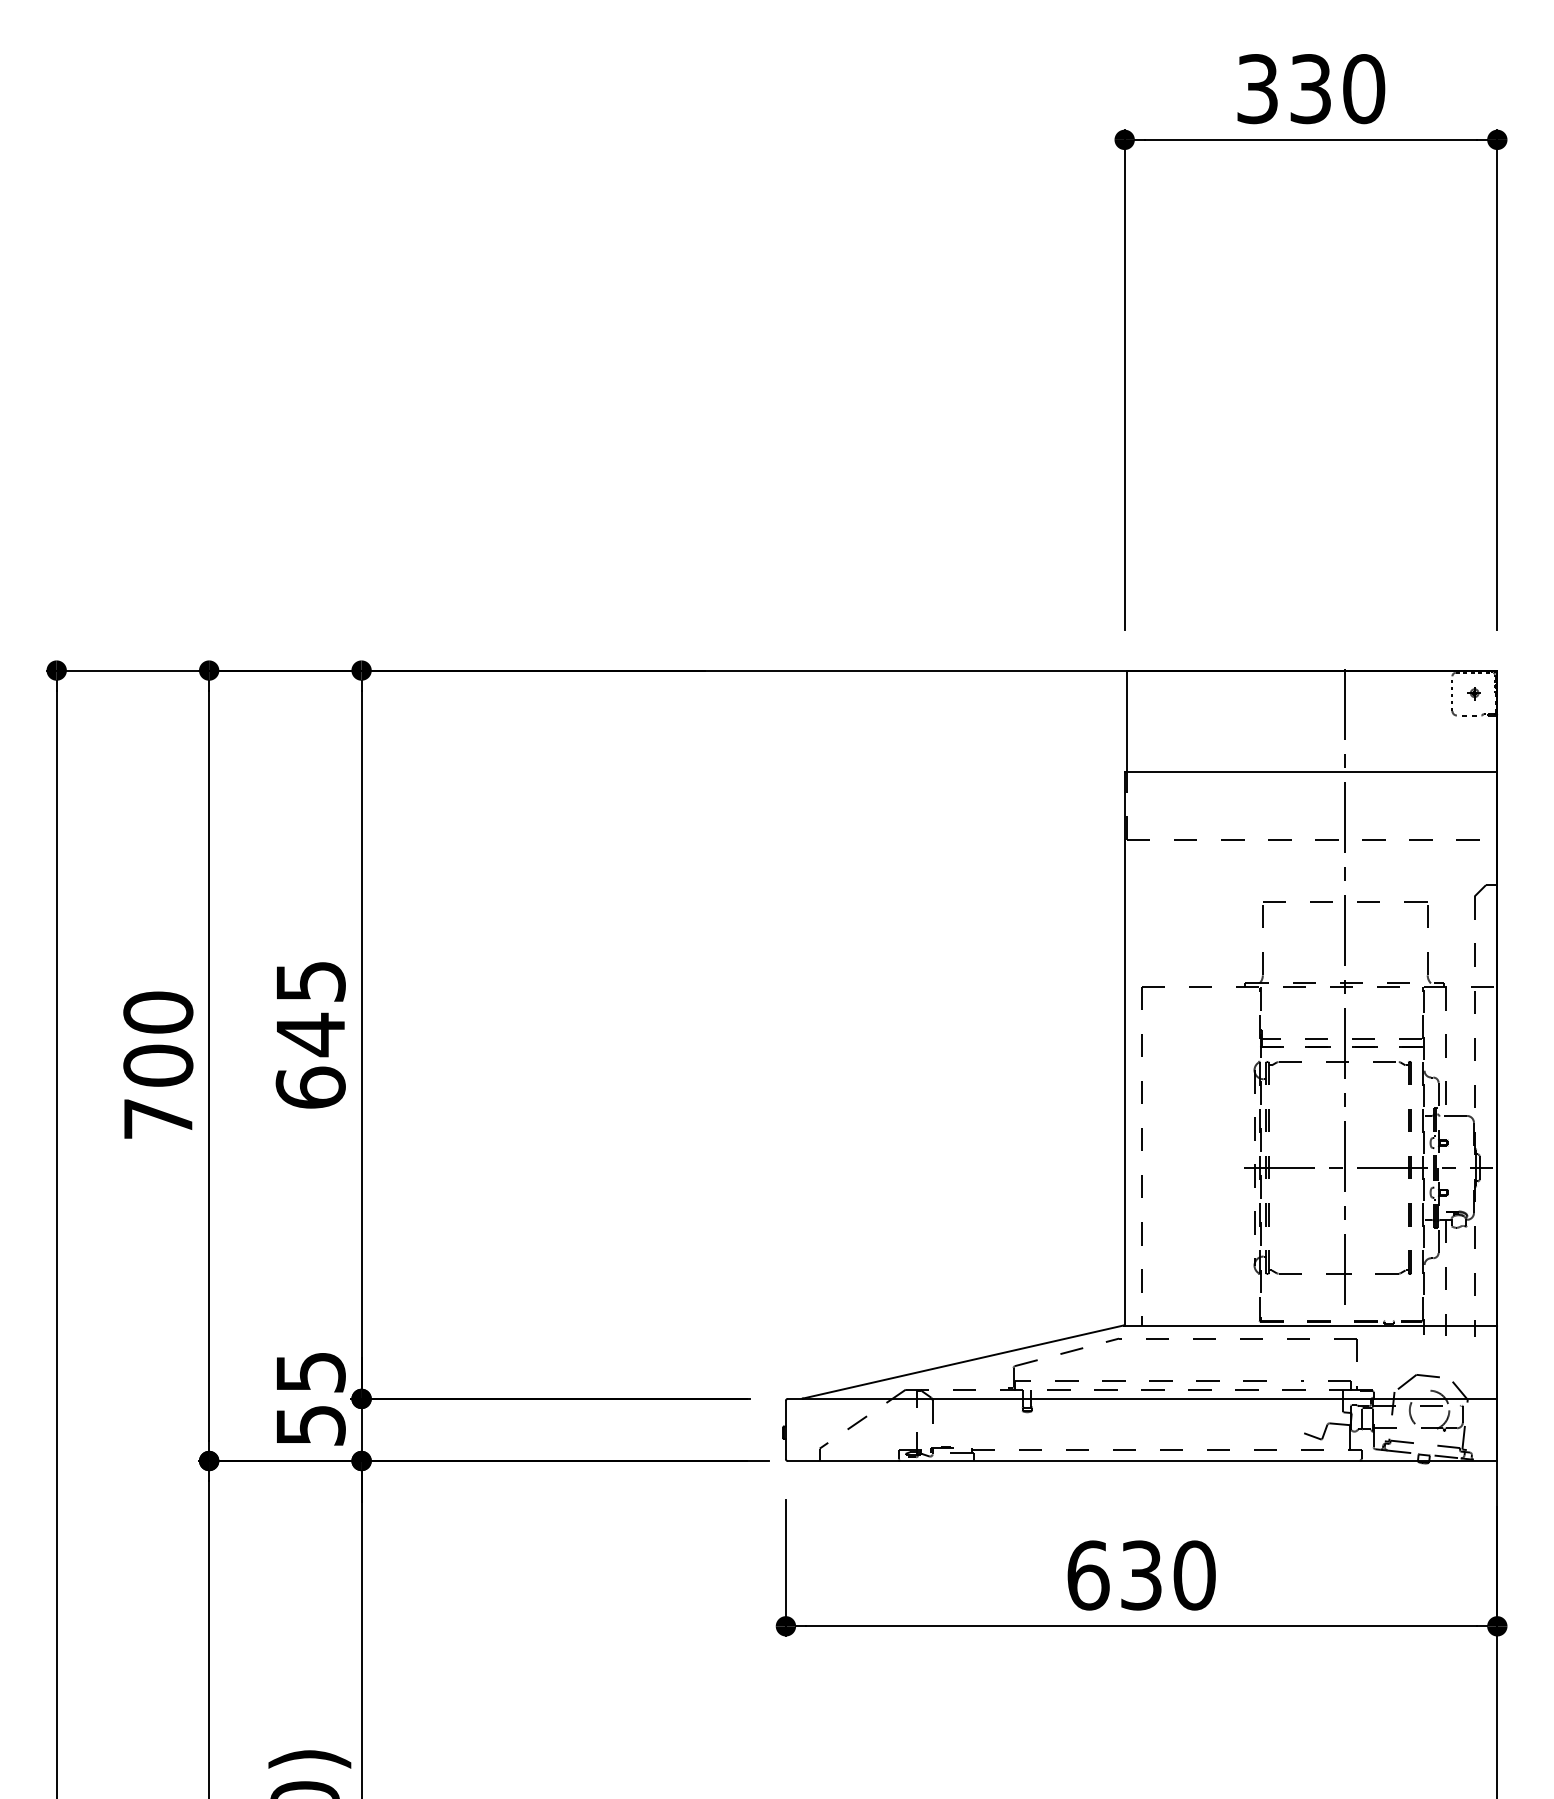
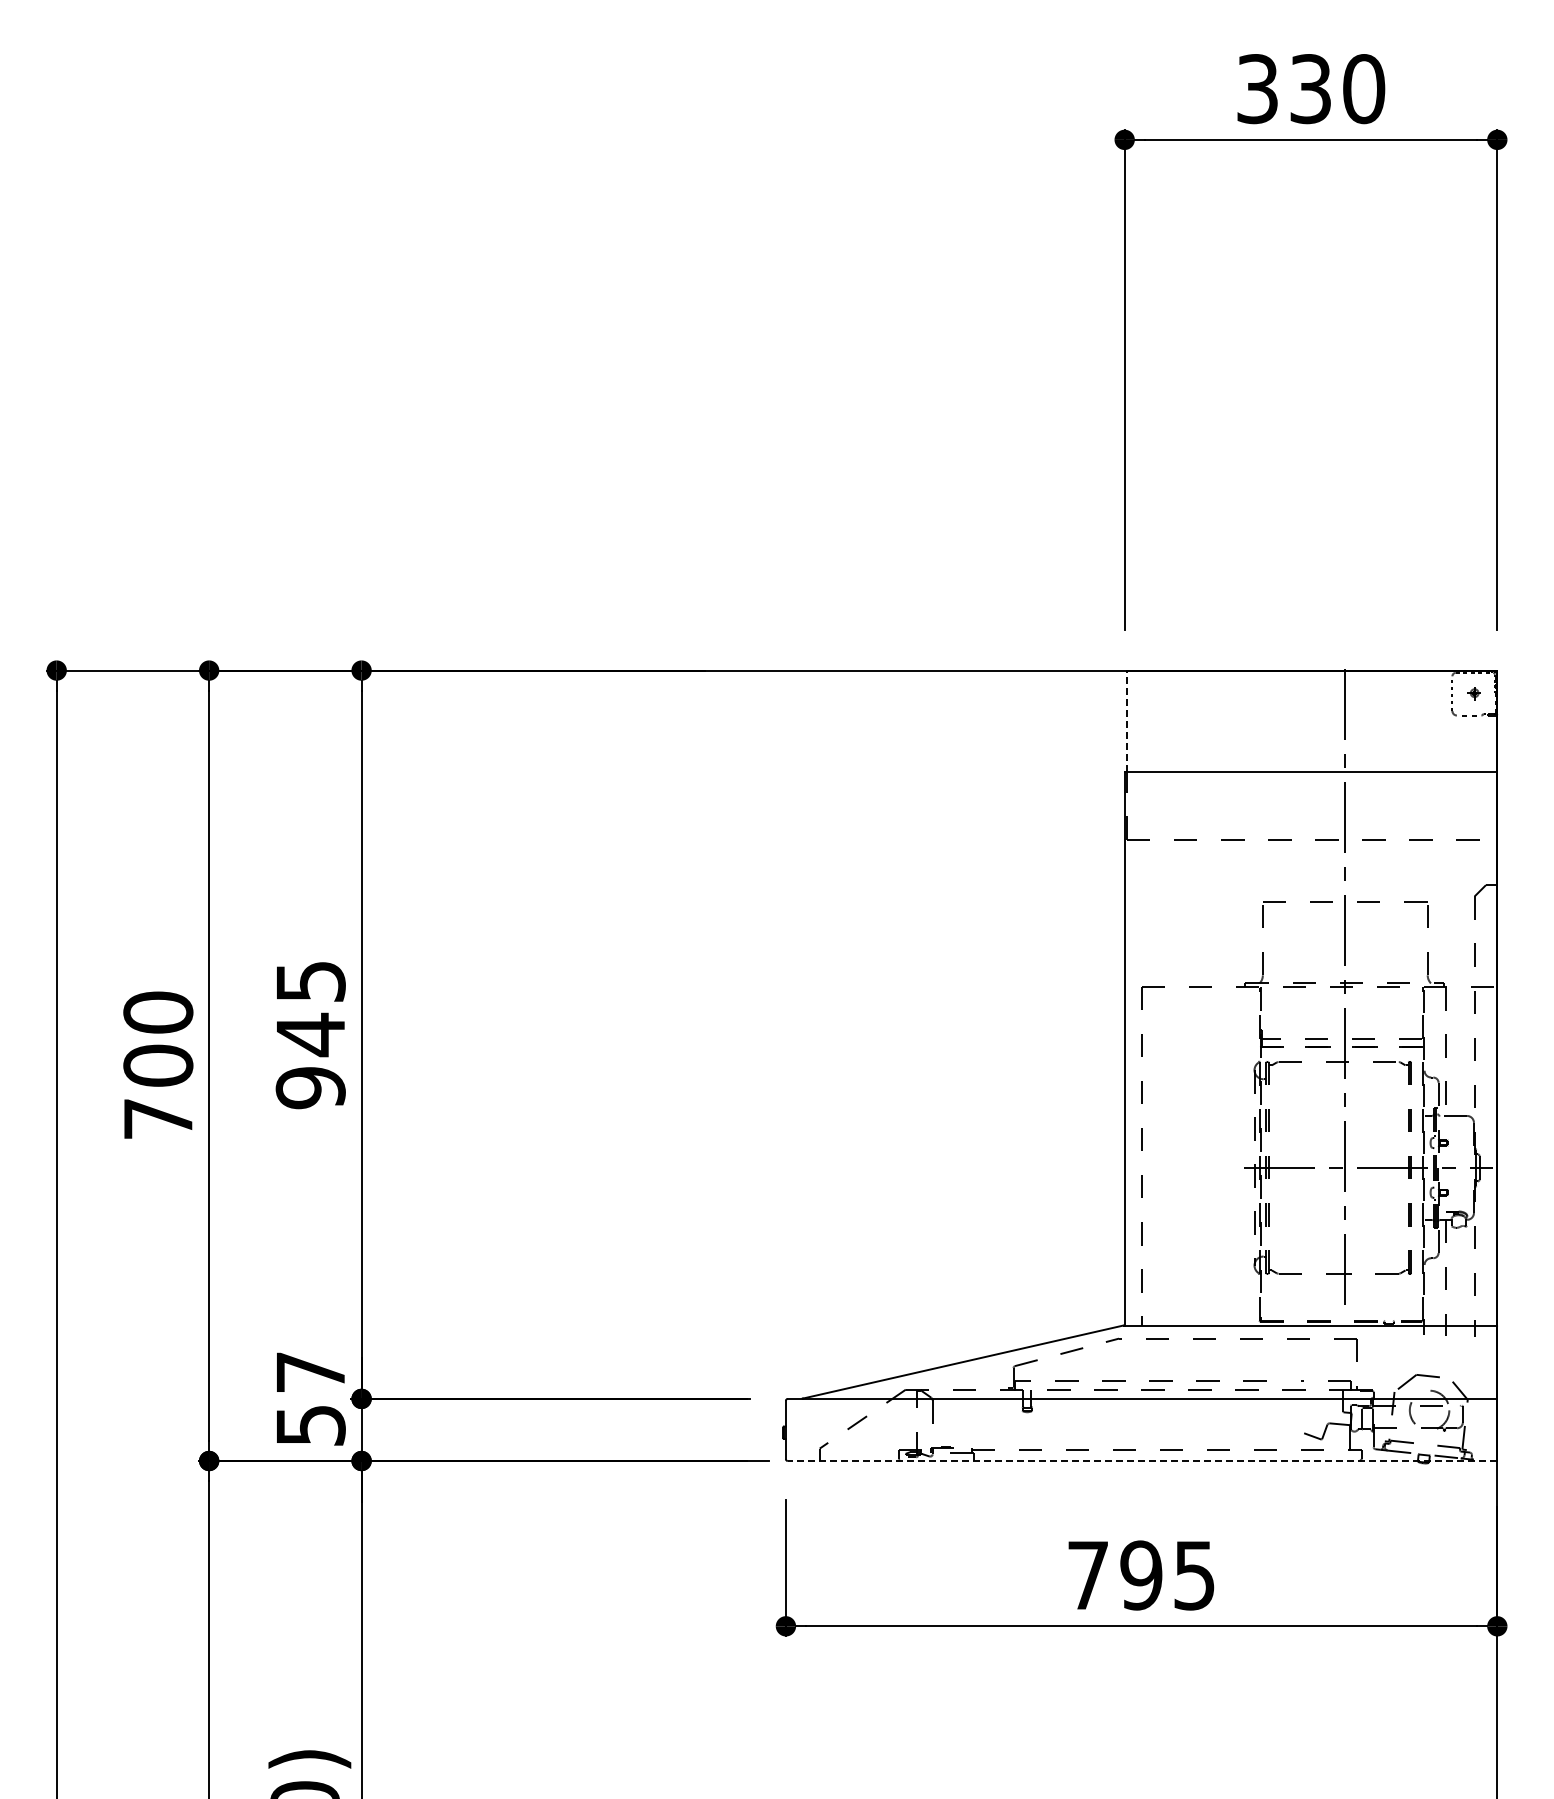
line at (1126, 721): solid -> dashed
text at (310, 1087): 645 -> 945
text at (311, 1372): 55 -> 57
line at (1142, 1461): solid -> dashed
text at (1141, 1575): 630 -> 795
